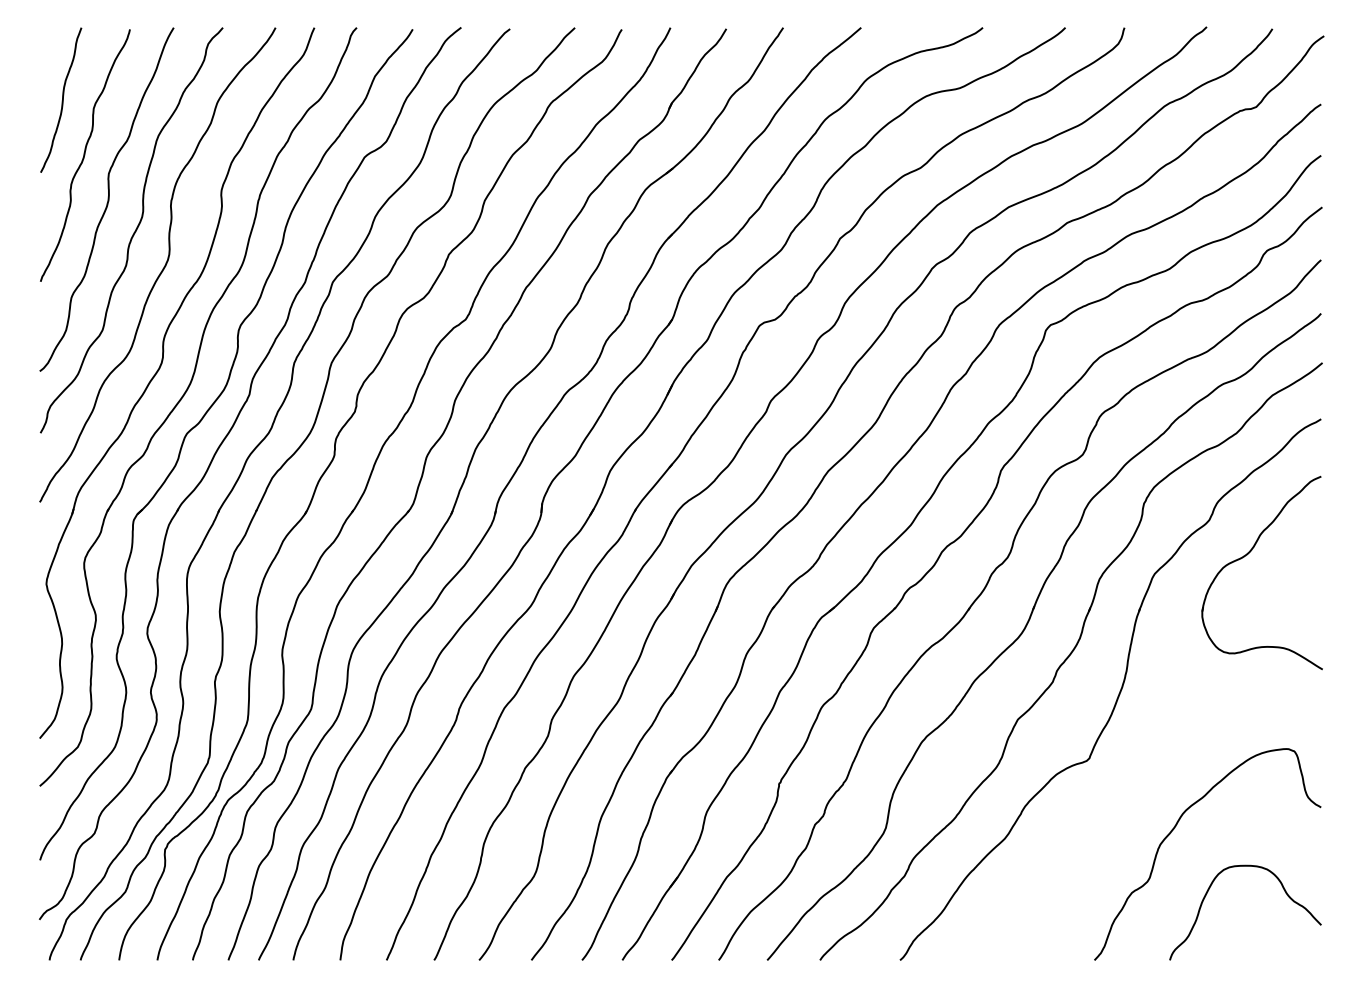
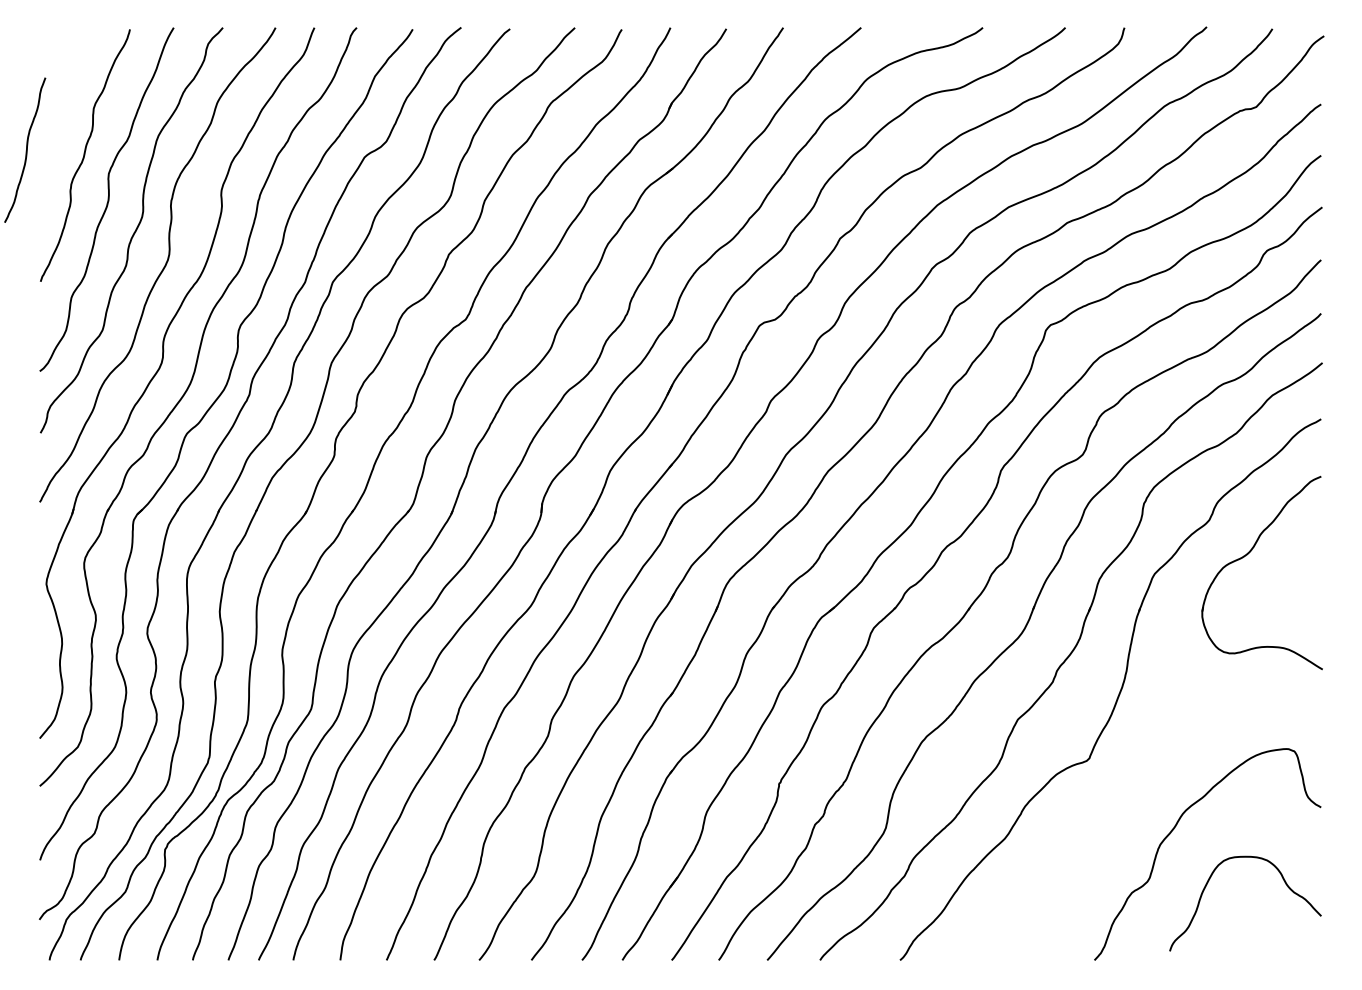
curve at (62, 99) position: (62, 99) -> (26, 149)
curve at (1210, 888) position: (1210, 888) -> (1210, 879)
